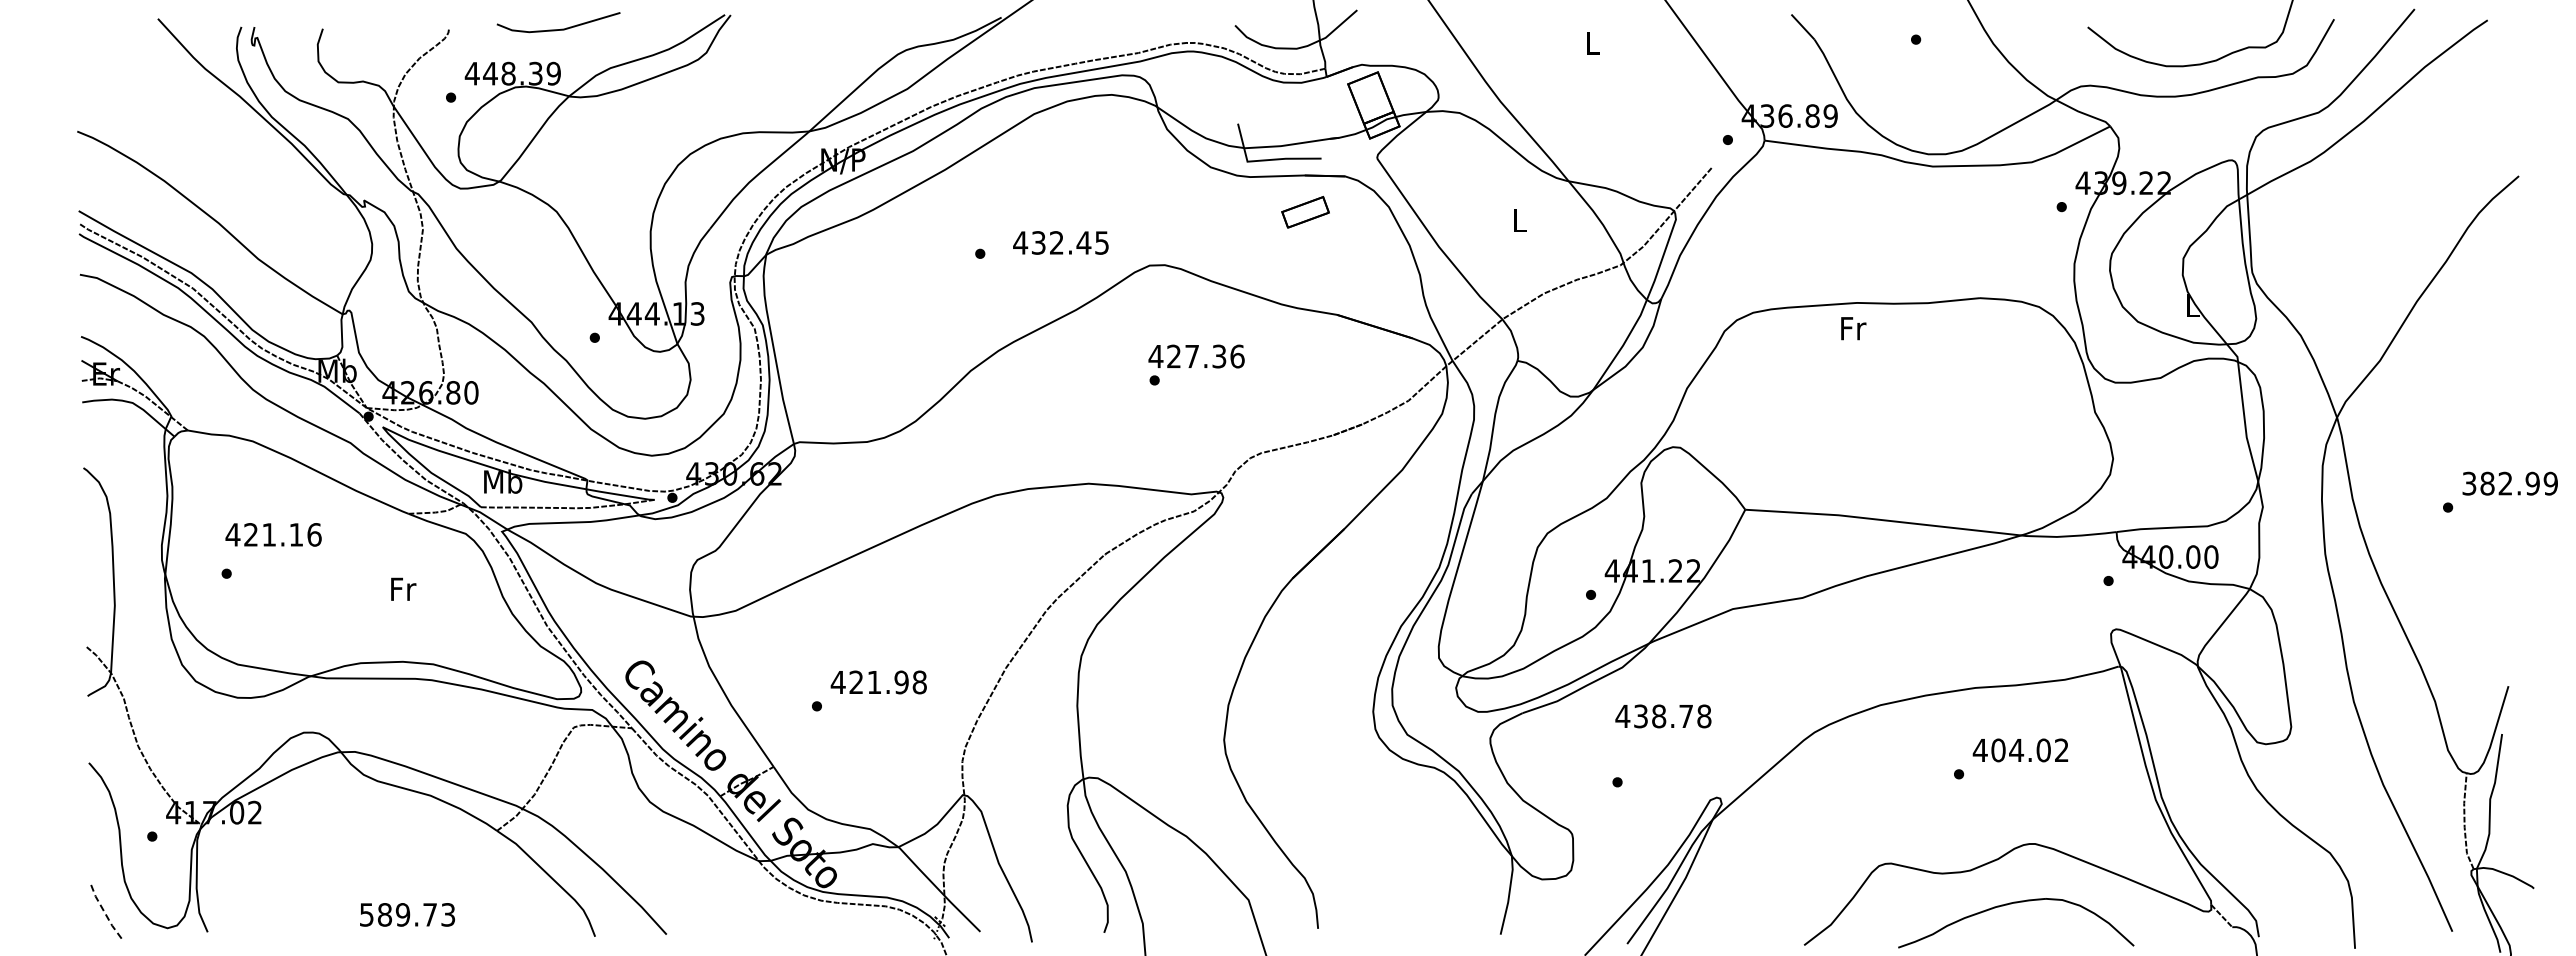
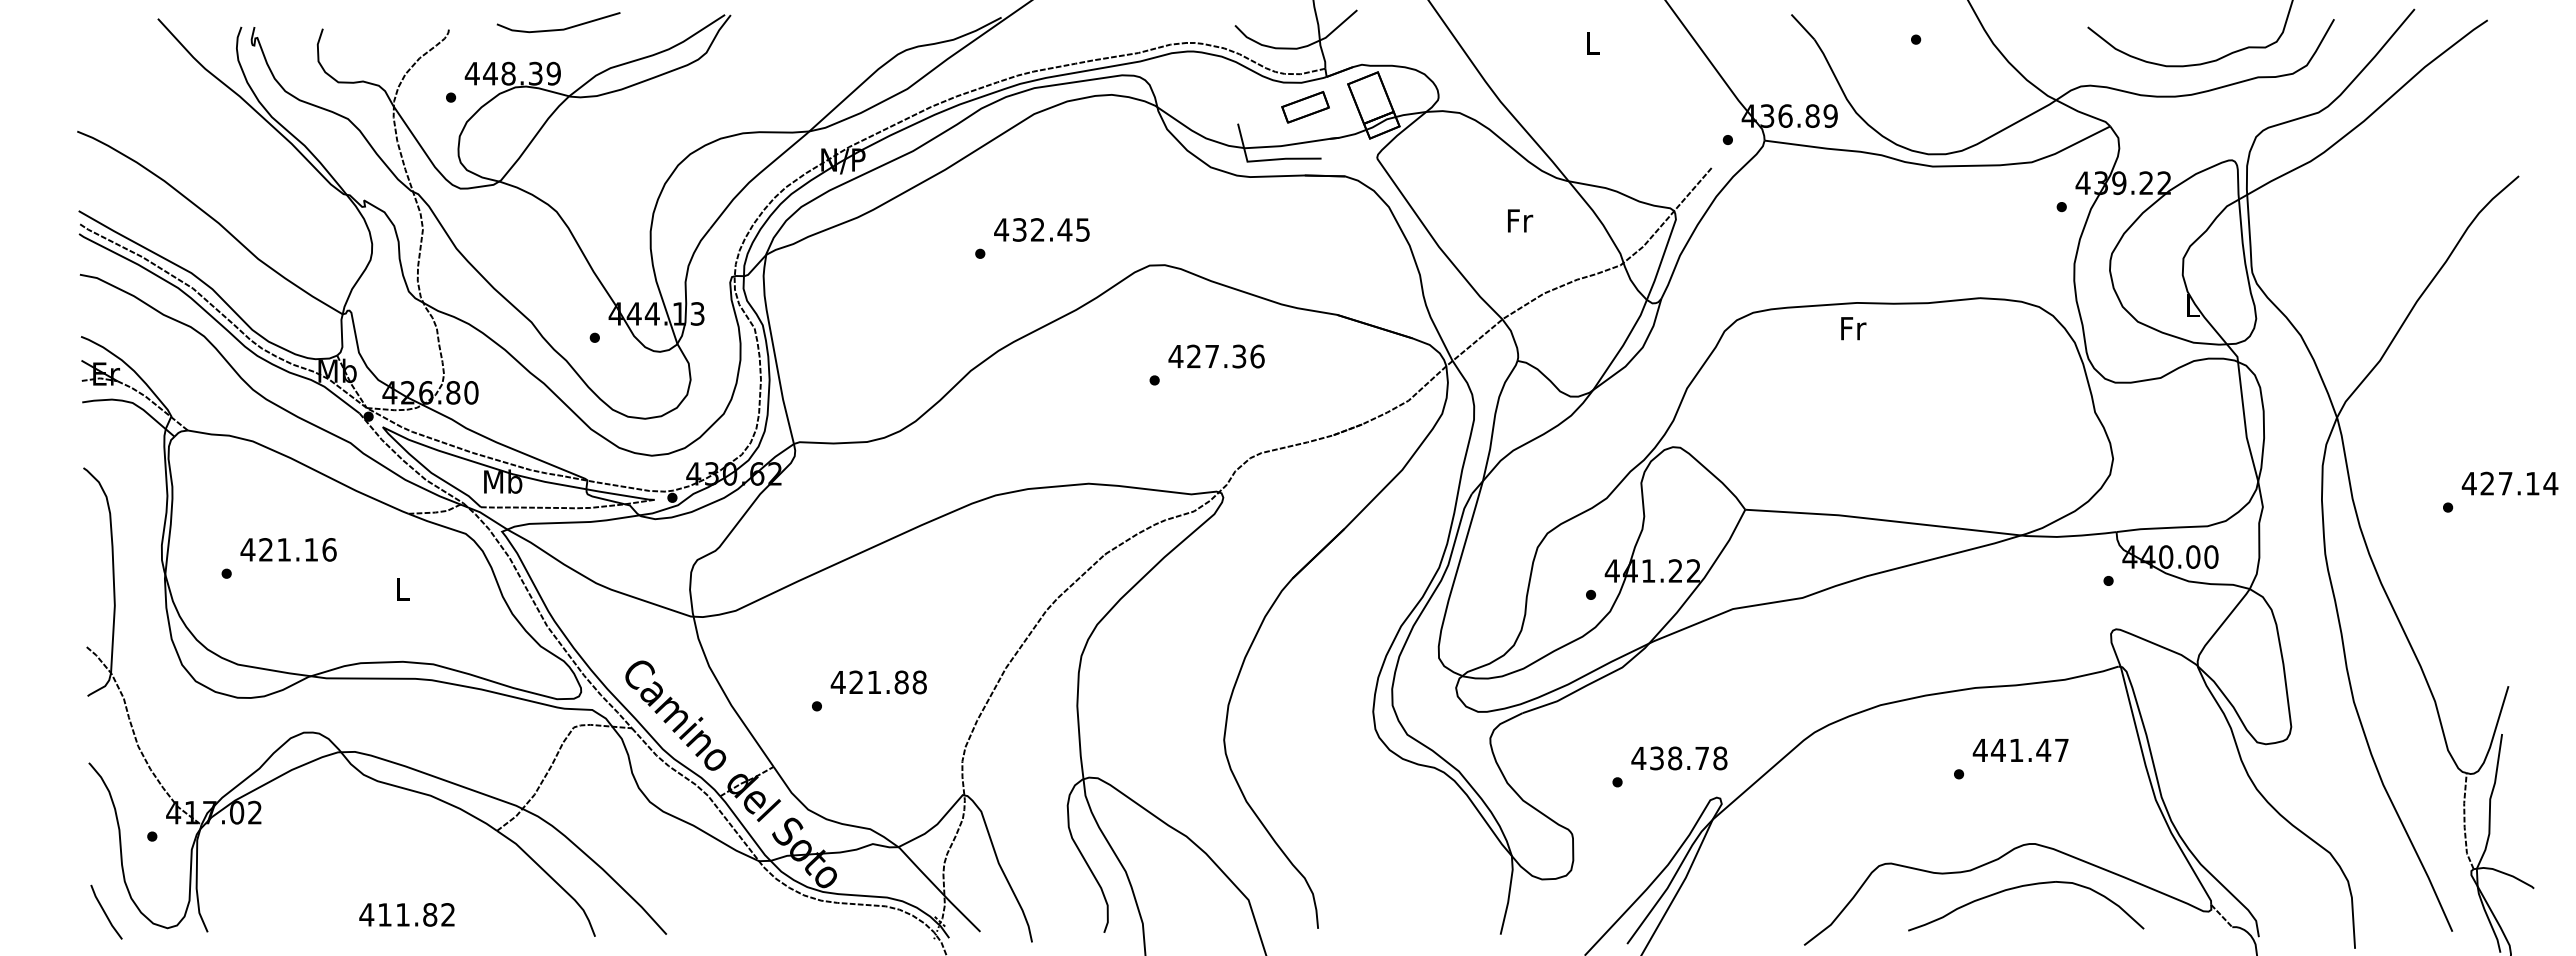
part at (1305, 212) position: (1305, 212) -> (1305, 107)
text at (1520, 220): L -> Fr
text at (1060, 242) position: (1060, 242) -> (1041, 229)
text at (1196, 356) position: (1196, 356) -> (1216, 356)
text at (2509, 483): 382.99 -> 427.14
text at (273, 534) position: (273, 534) -> (288, 549)
text at (403, 588): Fr -> L
text at (901, 682): 421.98 -> 421.88
text at (1663, 716) position: (1663, 716) -> (1679, 758)
text at (2029, 750): 404.02 -> 441.47
part at (2011, 904) position: (2011, 904) -> (2021, 887)
line at (105, 913): dashed -> solid
text at (407, 914): 589.73 -> 411.82
